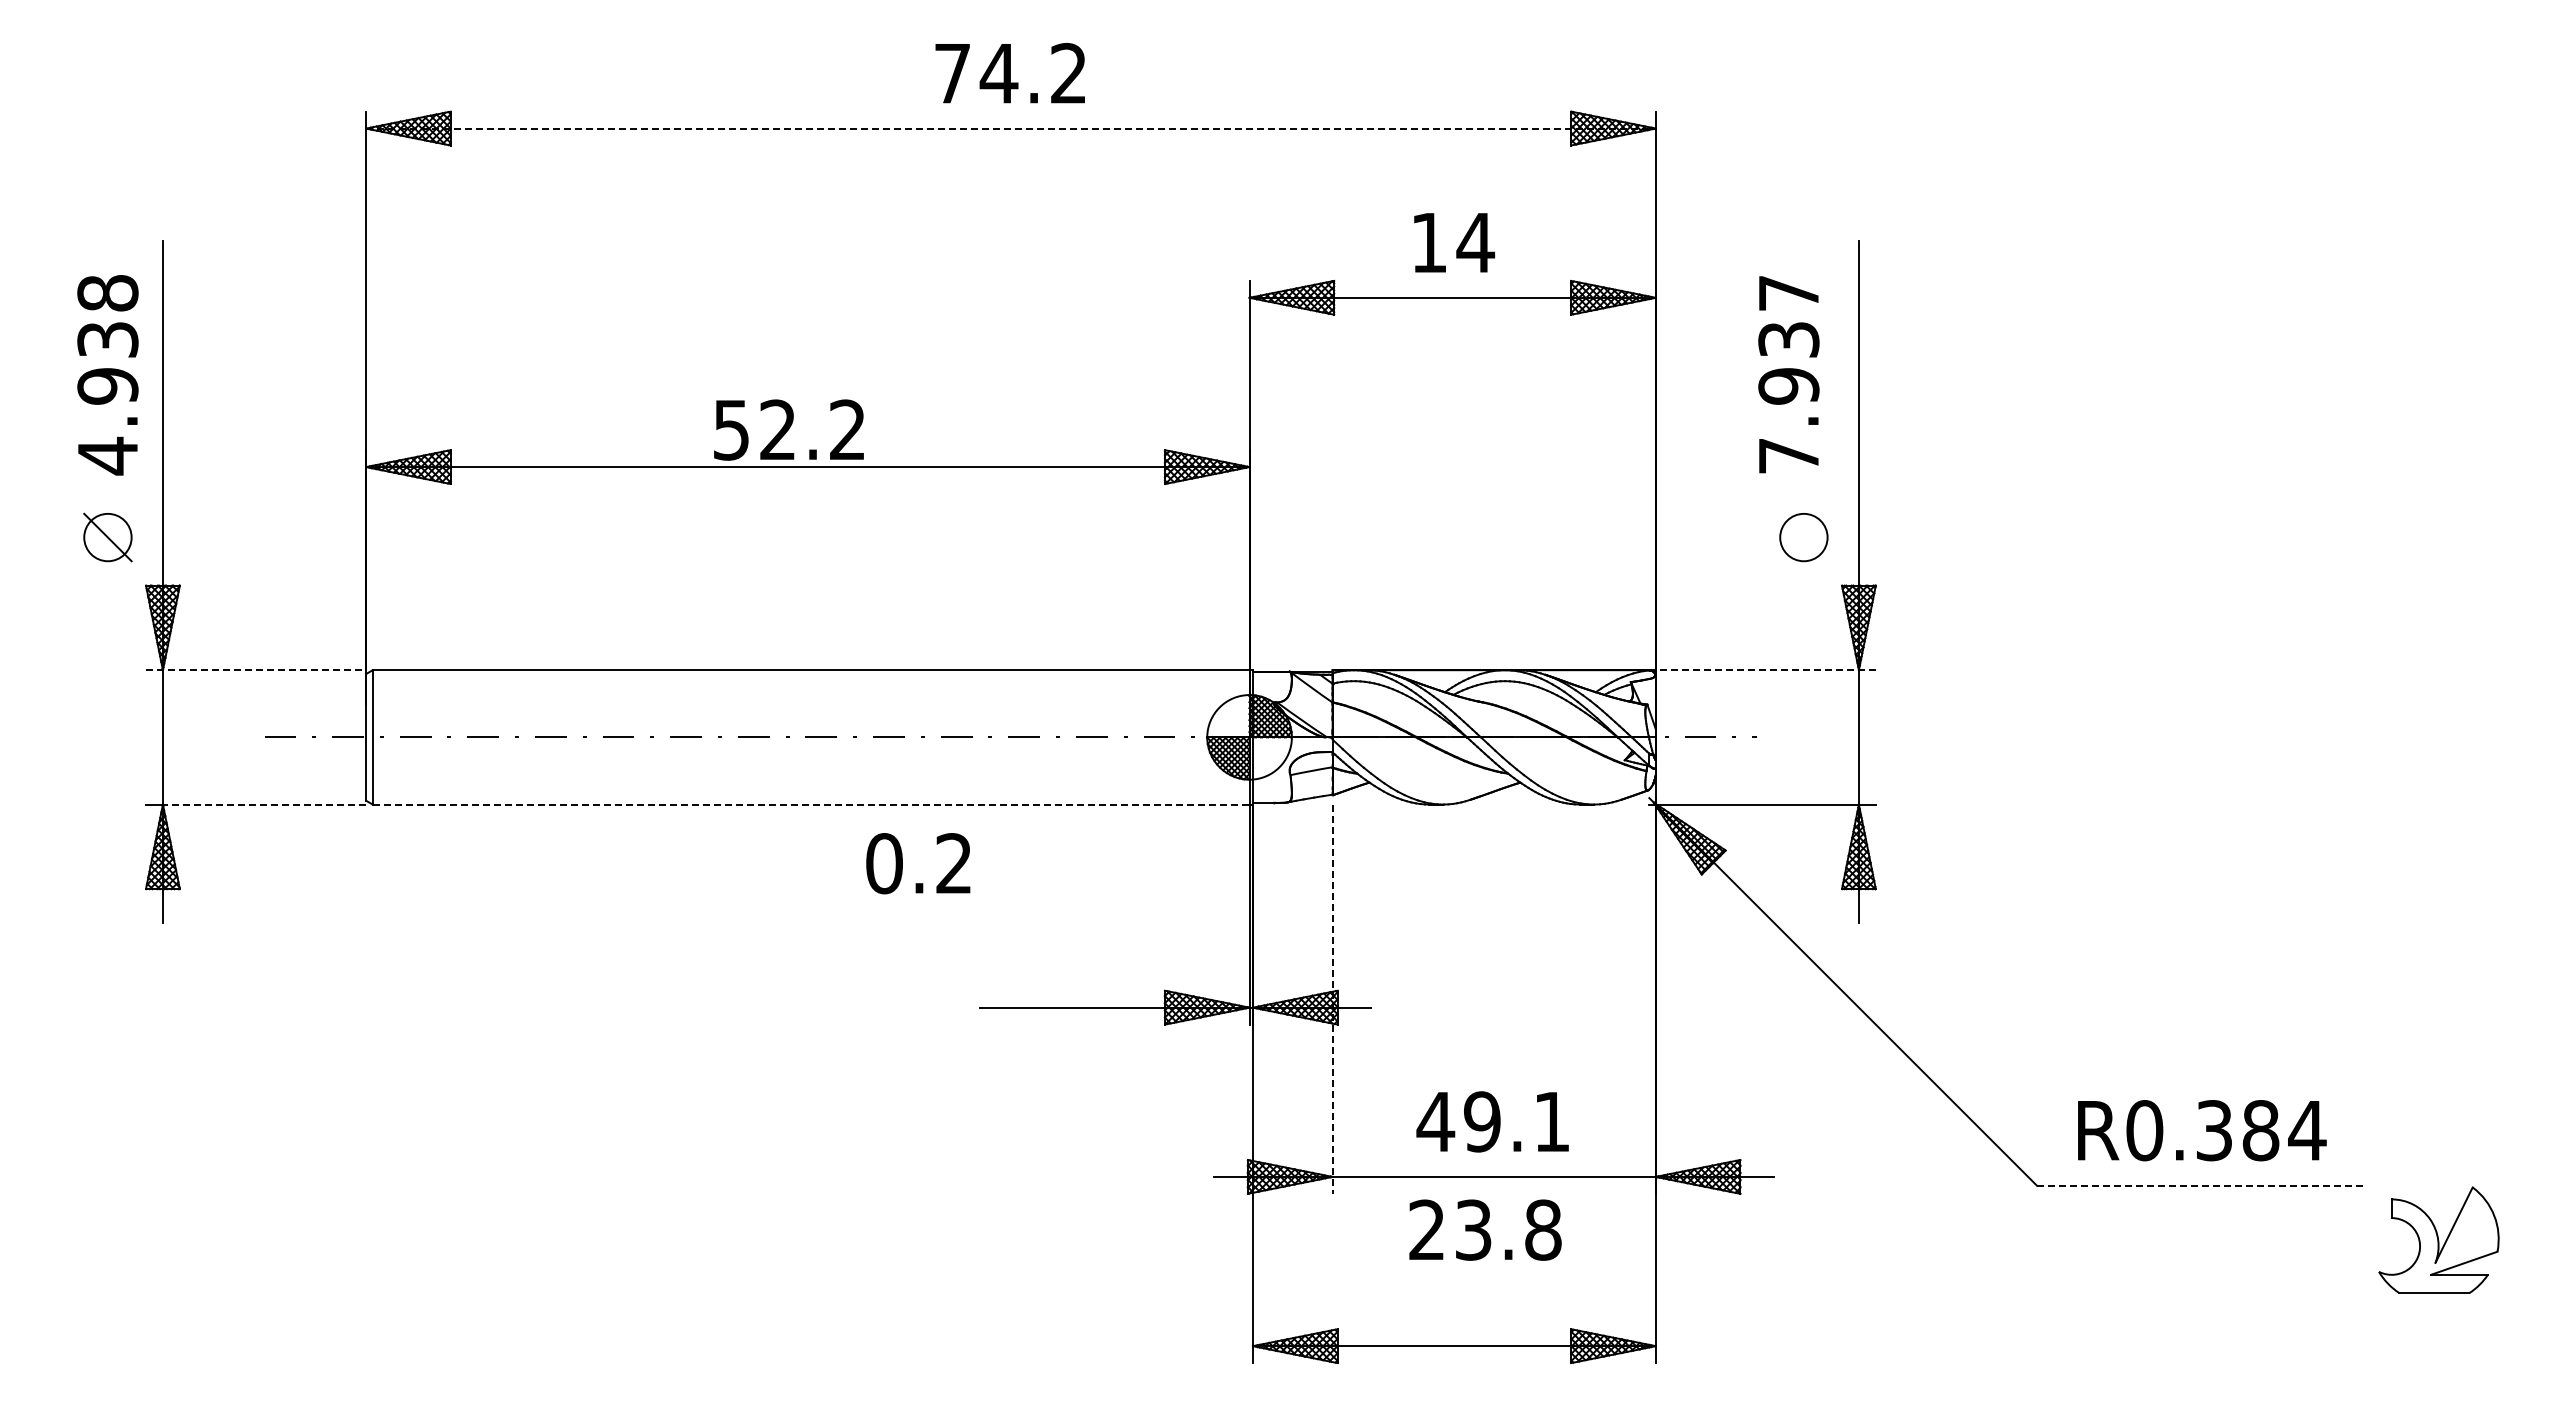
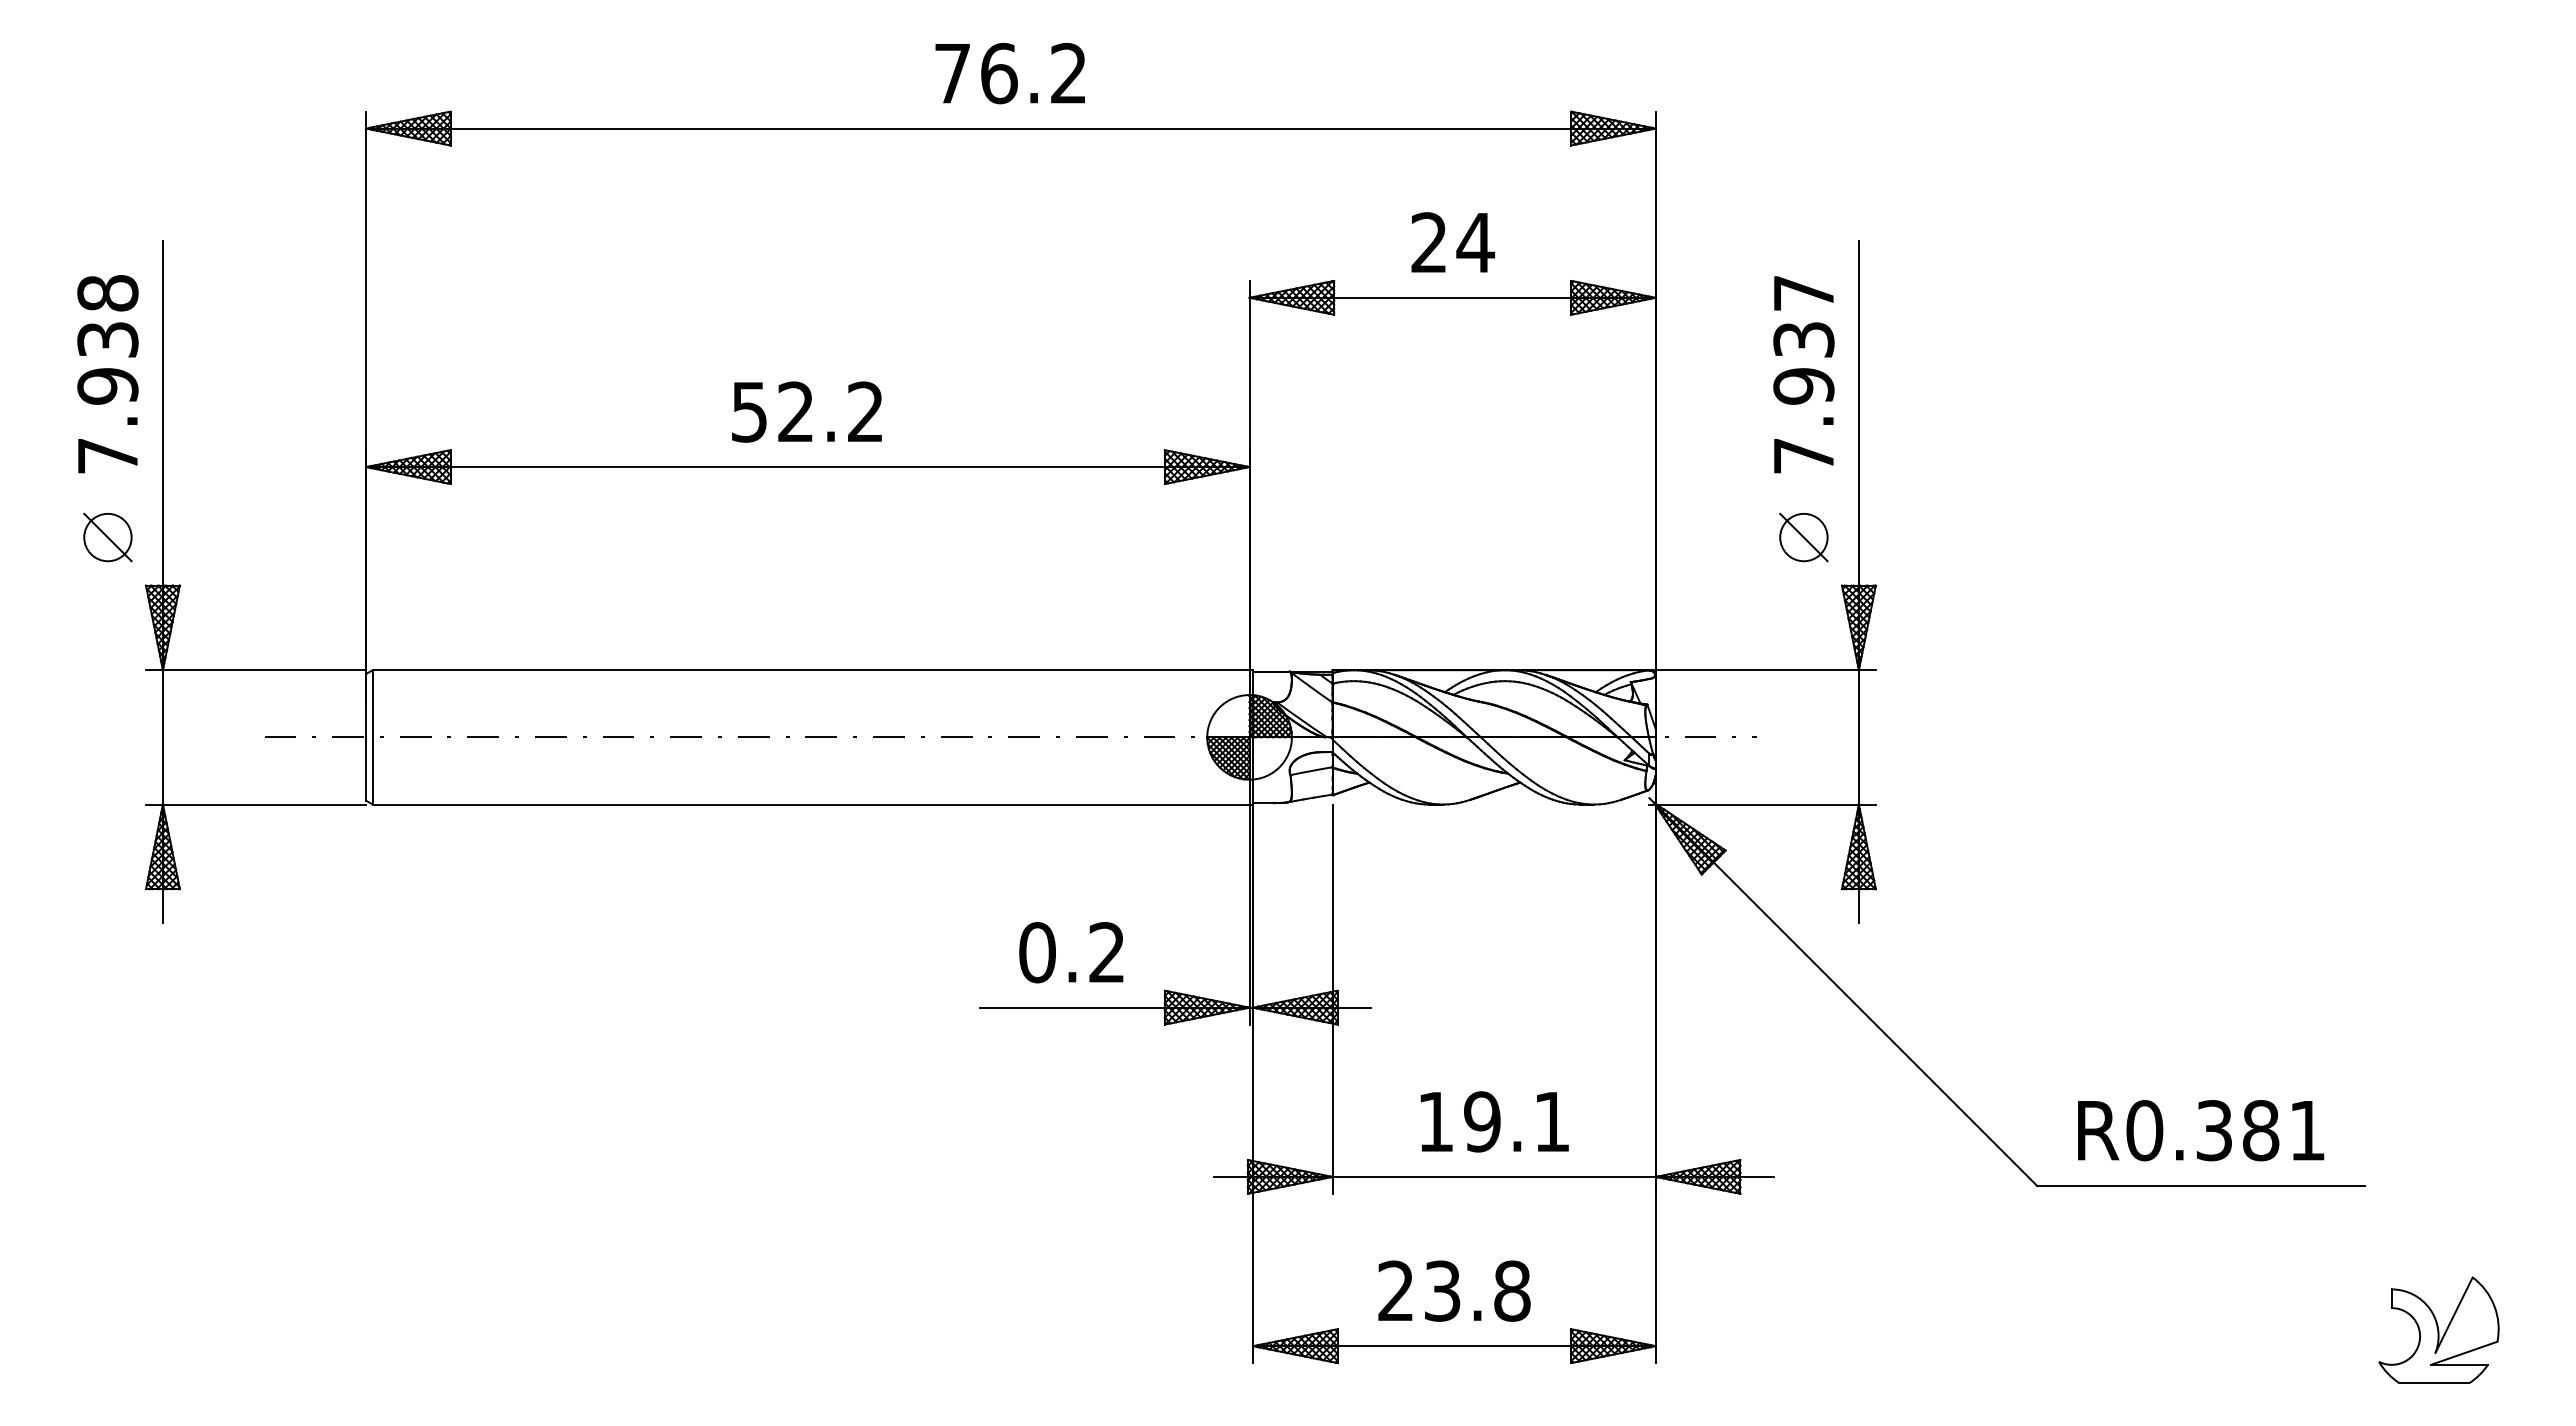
text at (998, 73): 74.2 -> 76.2
line at (1010, 128): dashed -> solid
text at (1428, 242): 14 -> 24
text at (1788, 374) position: (1788, 374) -> (1803, 374)
text at (788, 429) position: (788, 429) -> (806, 411)
text at (107, 455): 4.938 -> 7.938
line at (1803, 537): none -> present
line at (256, 670): dashed -> solid
line at (1762, 670): dashed -> solid
line at (264, 804): dashed -> solid
line at (811, 804): dashed -> solid
text at (918, 863) position: (918, 863) -> (1071, 952)
line at (1332, 999): dashed -> solid
text at (1435, 1121): 49.1 -> 19.1
text at (2307, 1130): R0.384 -> R0.381
line at (2200, 1185): dashed -> solid
text at (1485, 1229) position: (1485, 1229) -> (1454, 1290)
part at (2438, 1239) position: (2438, 1239) -> (2438, 1329)
